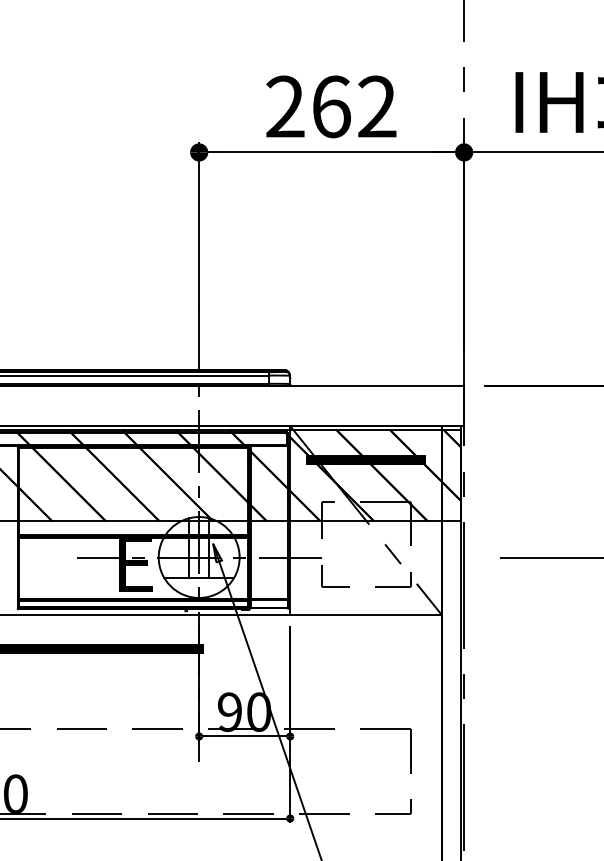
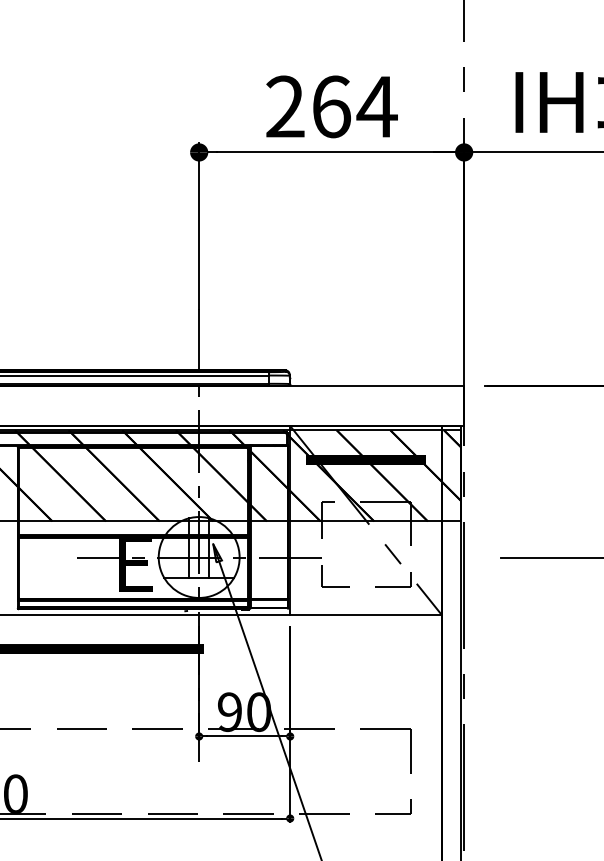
text at (376, 106): 262 -> 264
